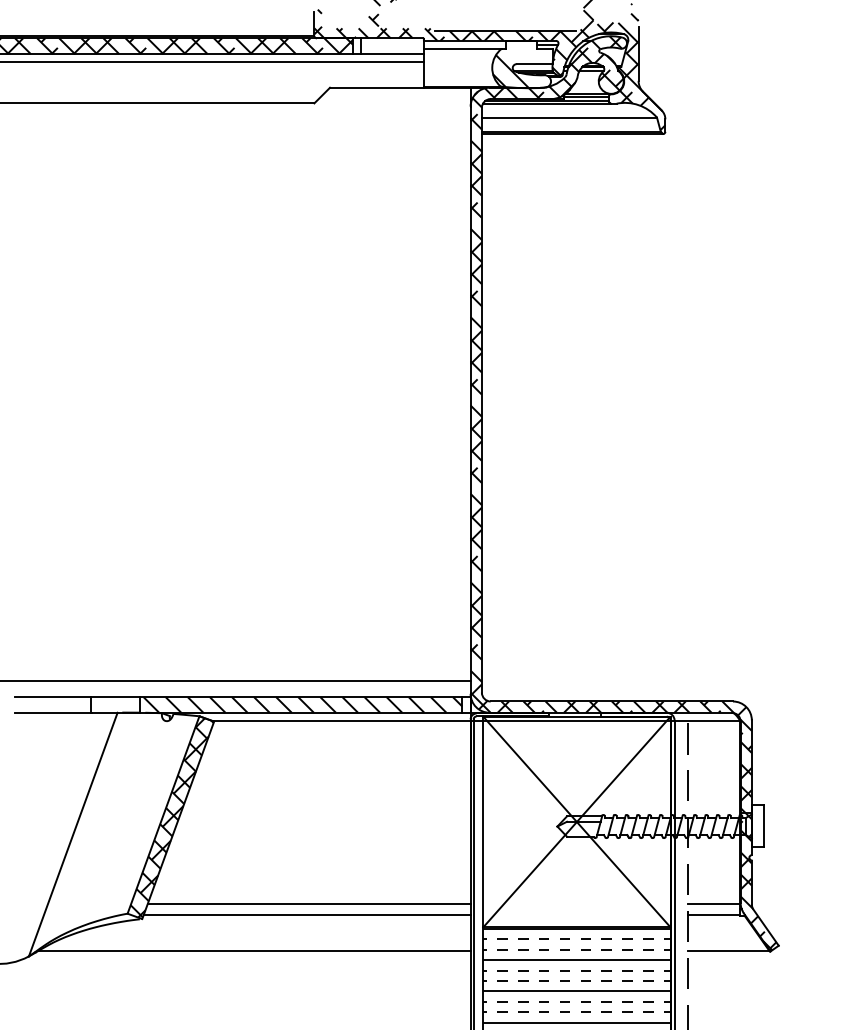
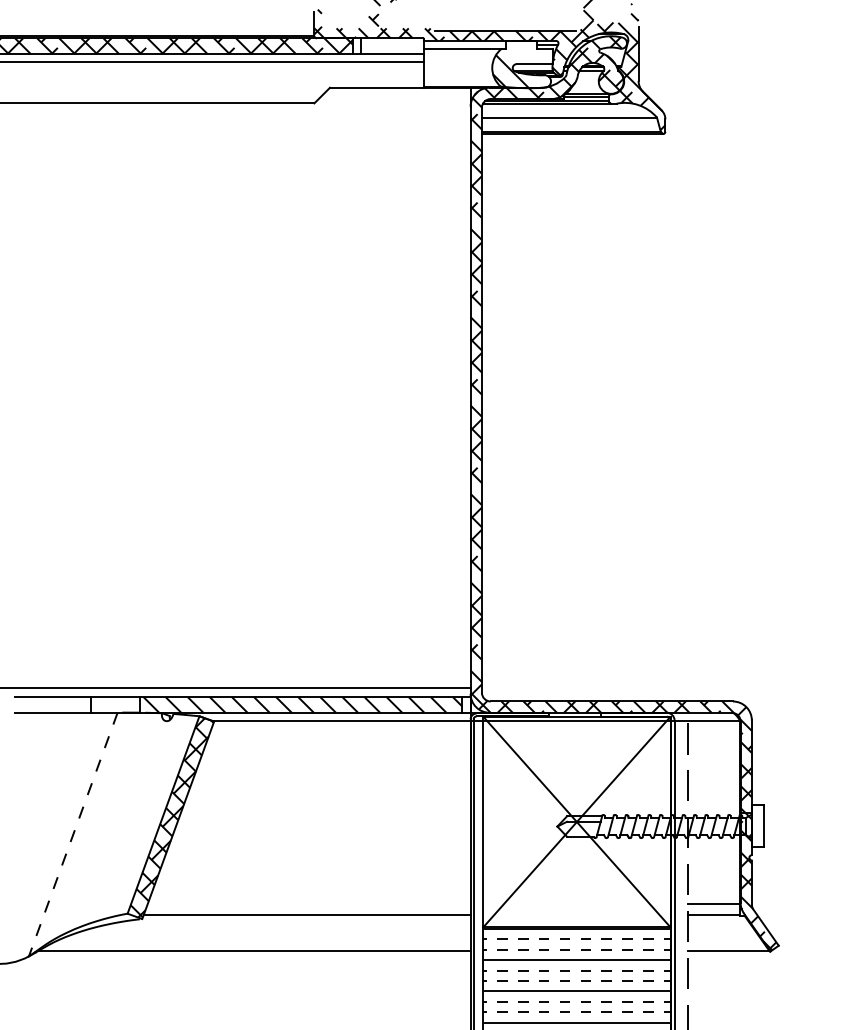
line at (236, 680) position: (236, 680) -> (236, 687)
line at (73, 834): solid -> dashed
line at (308, 903): present -> none
